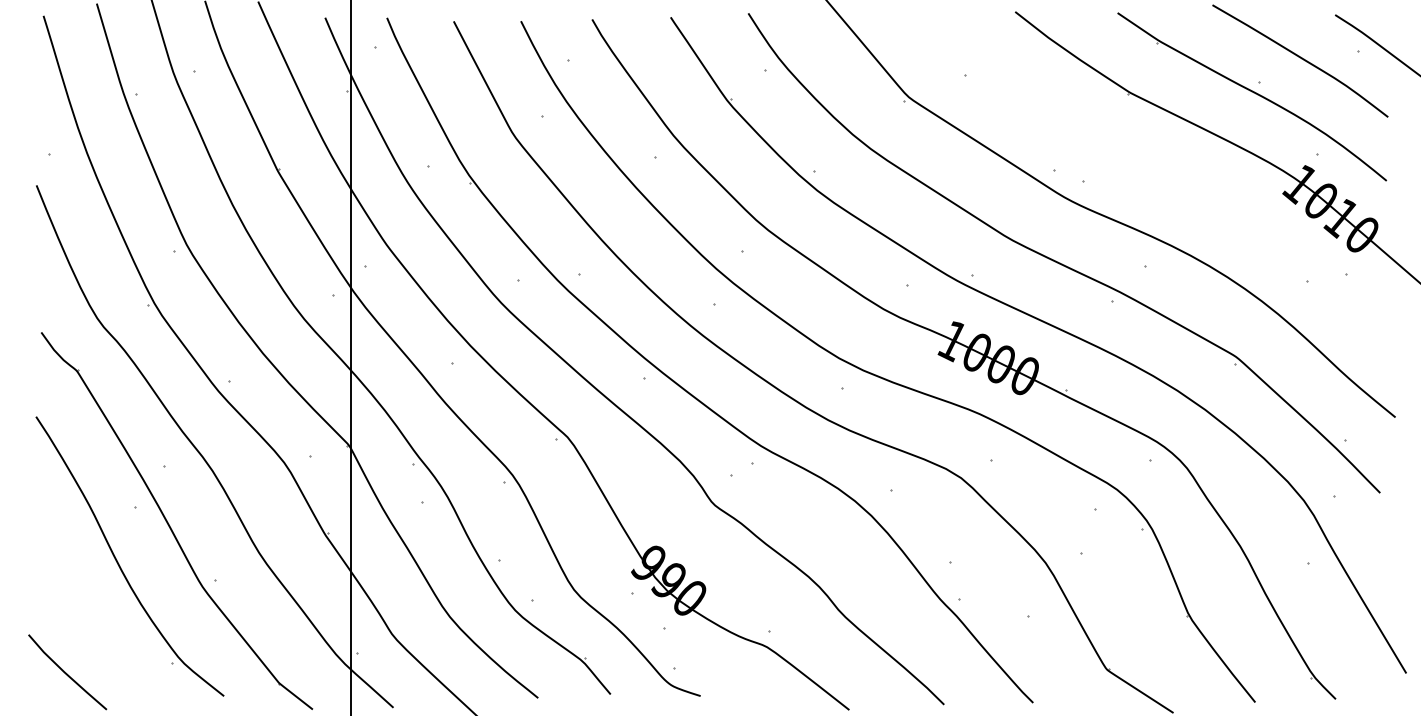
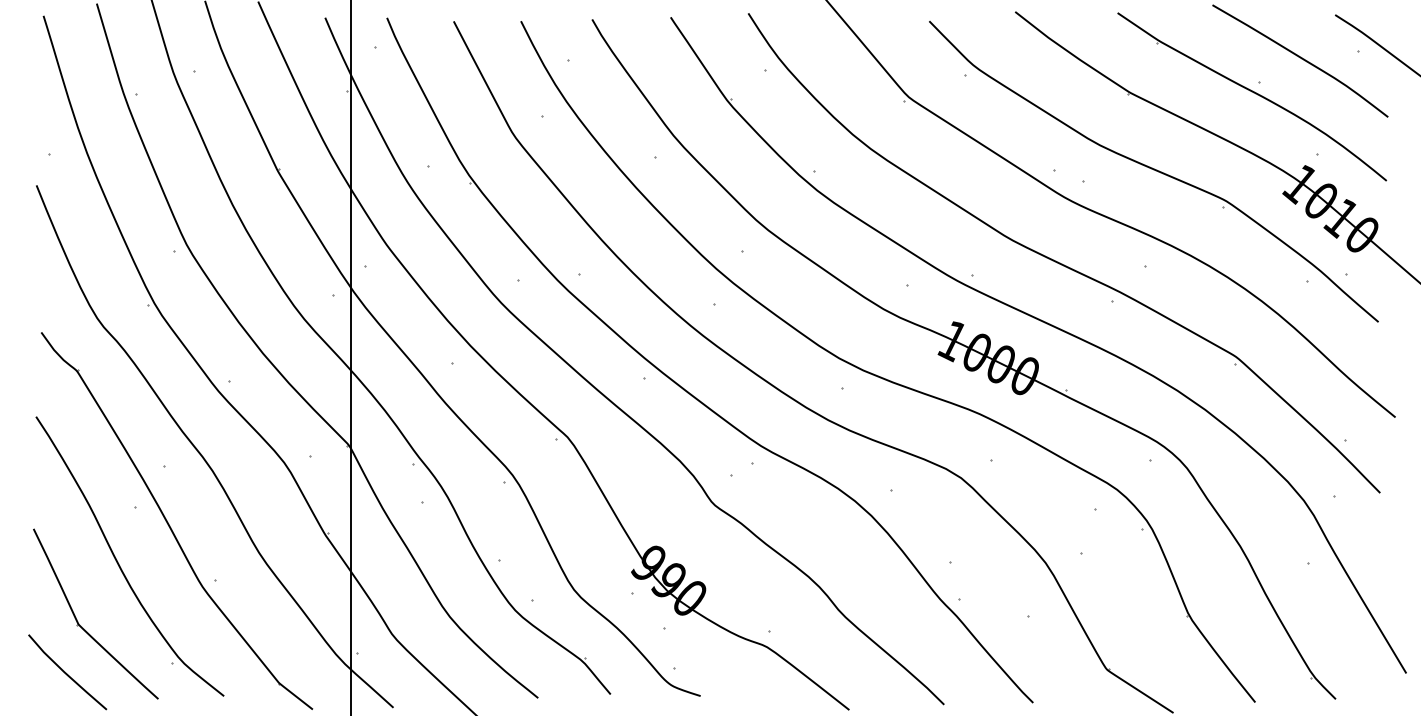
part at (1153, 171): none -> present
part at (84, 628): none -> present
